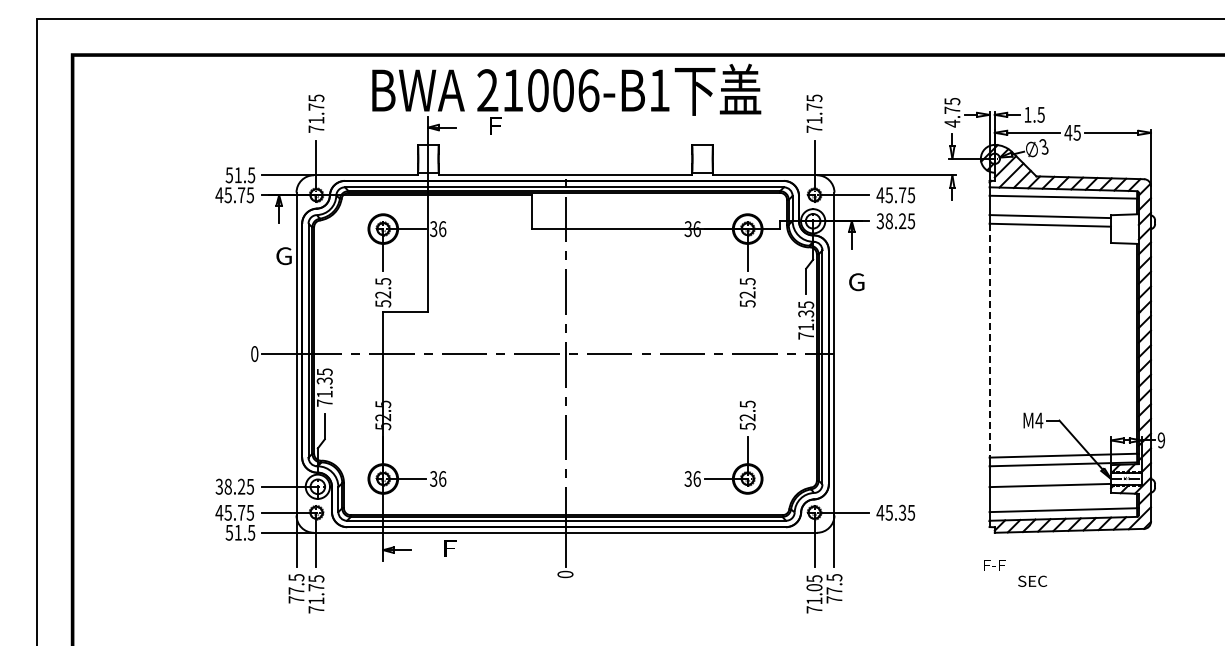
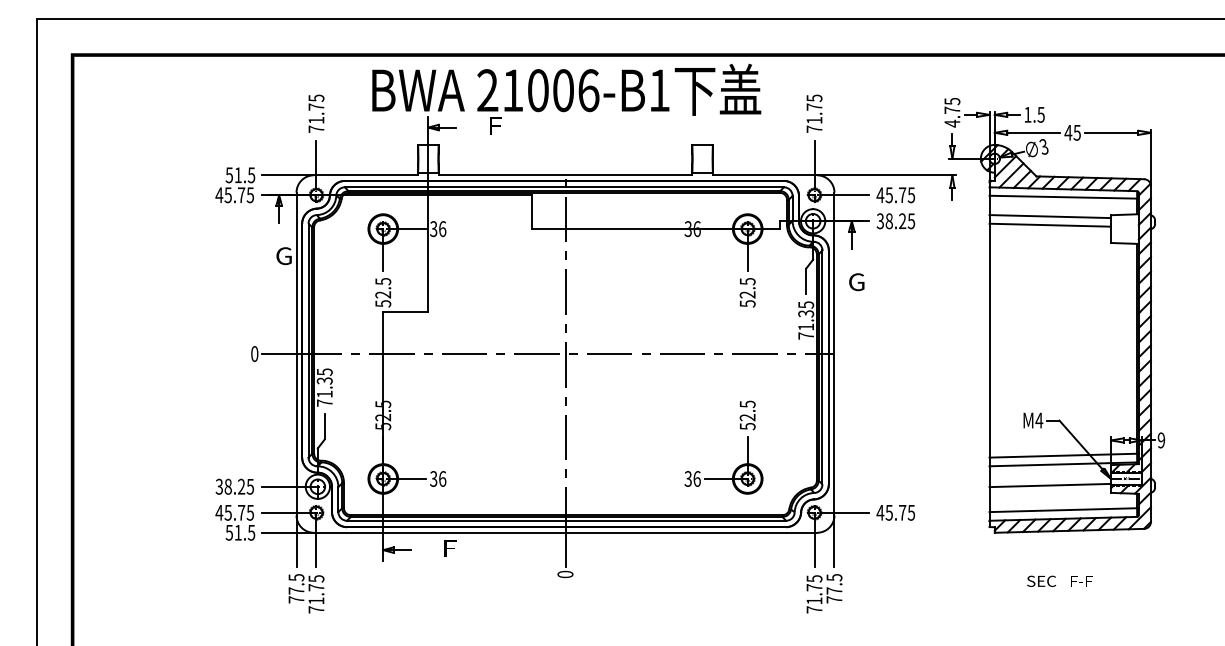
line at (989, 340): dashed -> solid
text at (902, 512): 45.35 -> 45.75
text at (994, 565) position: (994, 565) -> (1081, 581)
text at (1032, 580) position: (1032, 580) -> (1041, 580)
text at (814, 587): 71.05 -> 71.75
